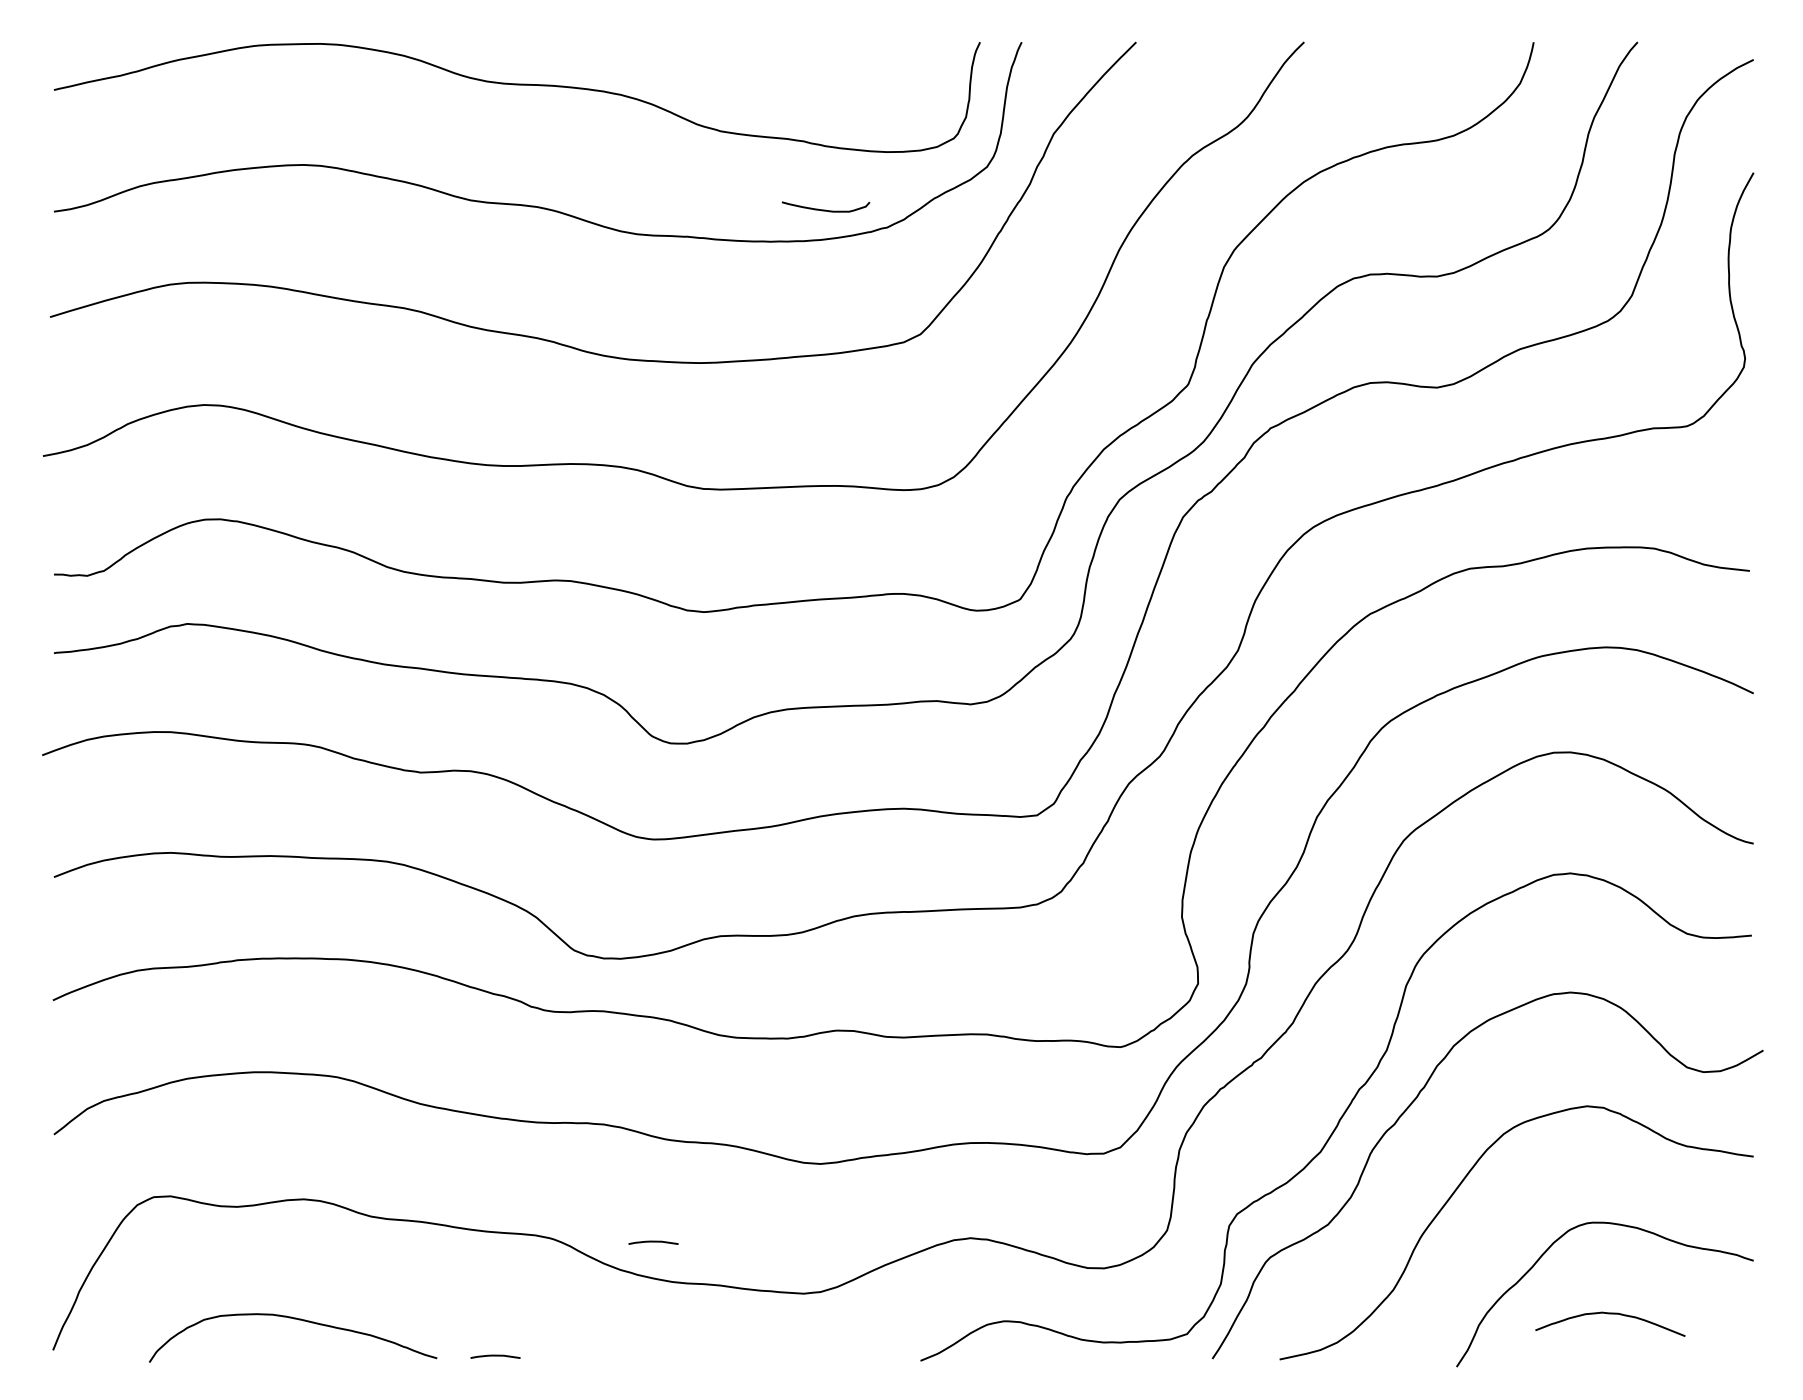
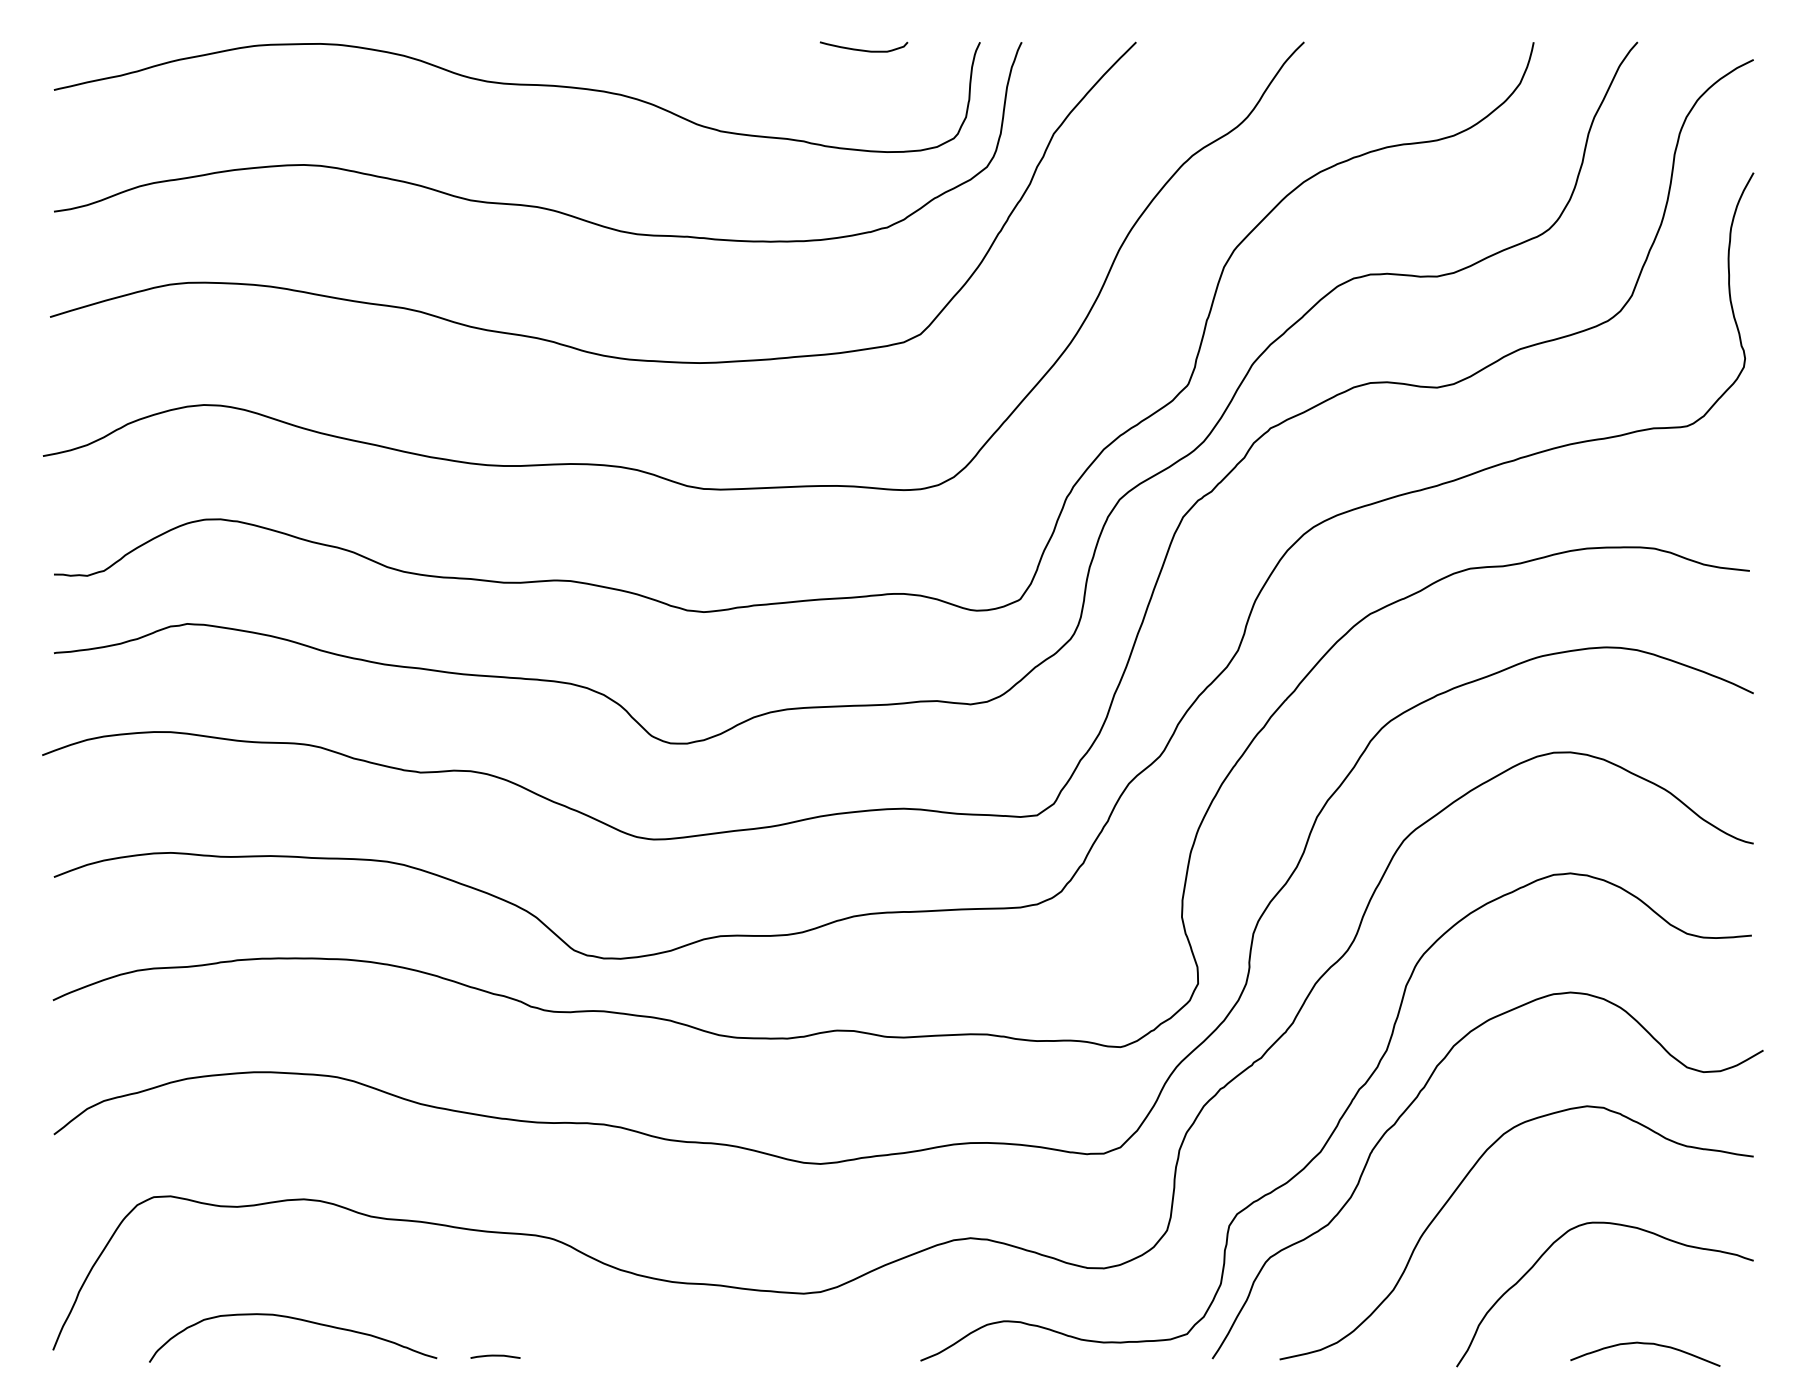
curve at (825, 209) position: (825, 209) -> (863, 49)
curve at (653, 1242): present -> none
curve at (1610, 1314) position: (1610, 1314) -> (1645, 1344)
